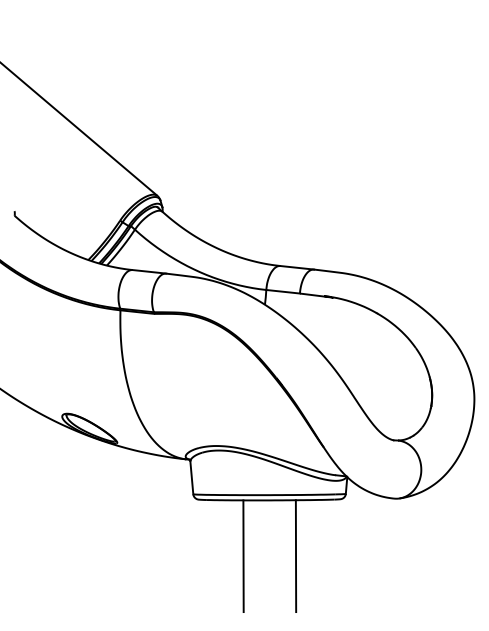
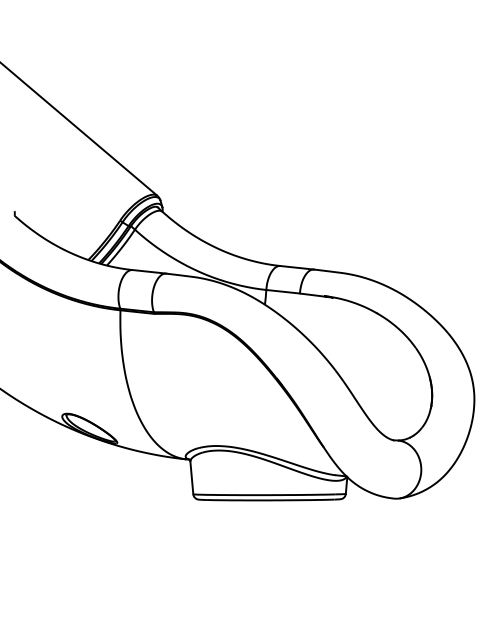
line at (243, 556): present -> none
line at (295, 556): present -> none
